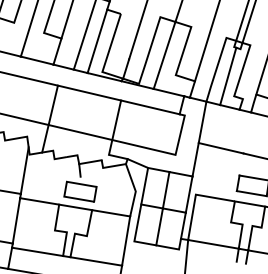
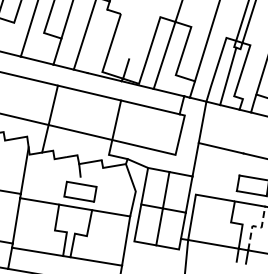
line at (137, 30): present -> none
line at (97, 41): present -> none
line at (256, 226): solid -> dashed
